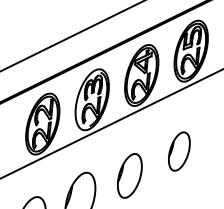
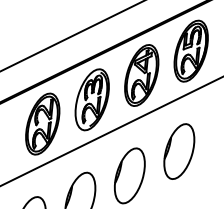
line at (111, 123) position: (111, 123) -> (111, 131)
part at (179, 151) size: 23x41 px -> 33x57 px
part at (129, 175) size: 26x46 px -> 32x58 px
